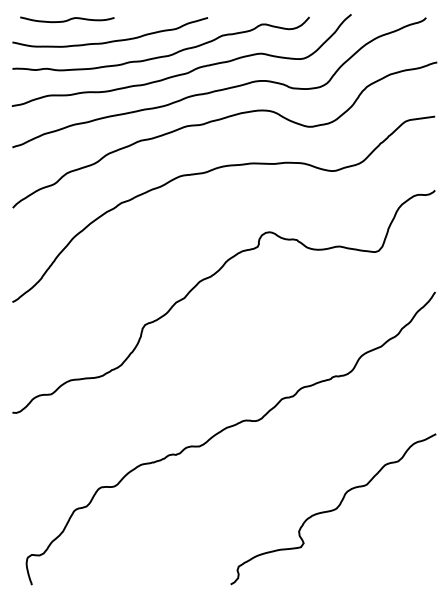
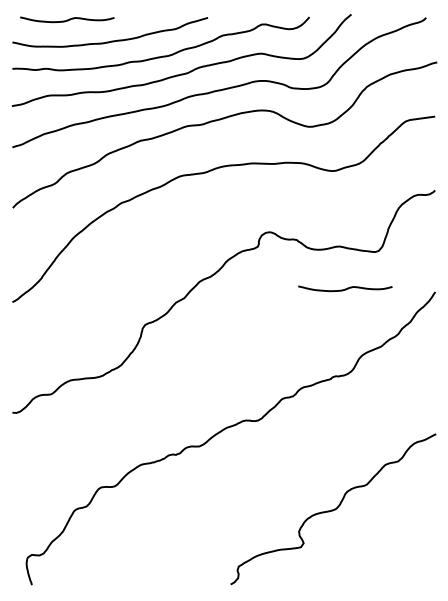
curve at (345, 288): none -> present
